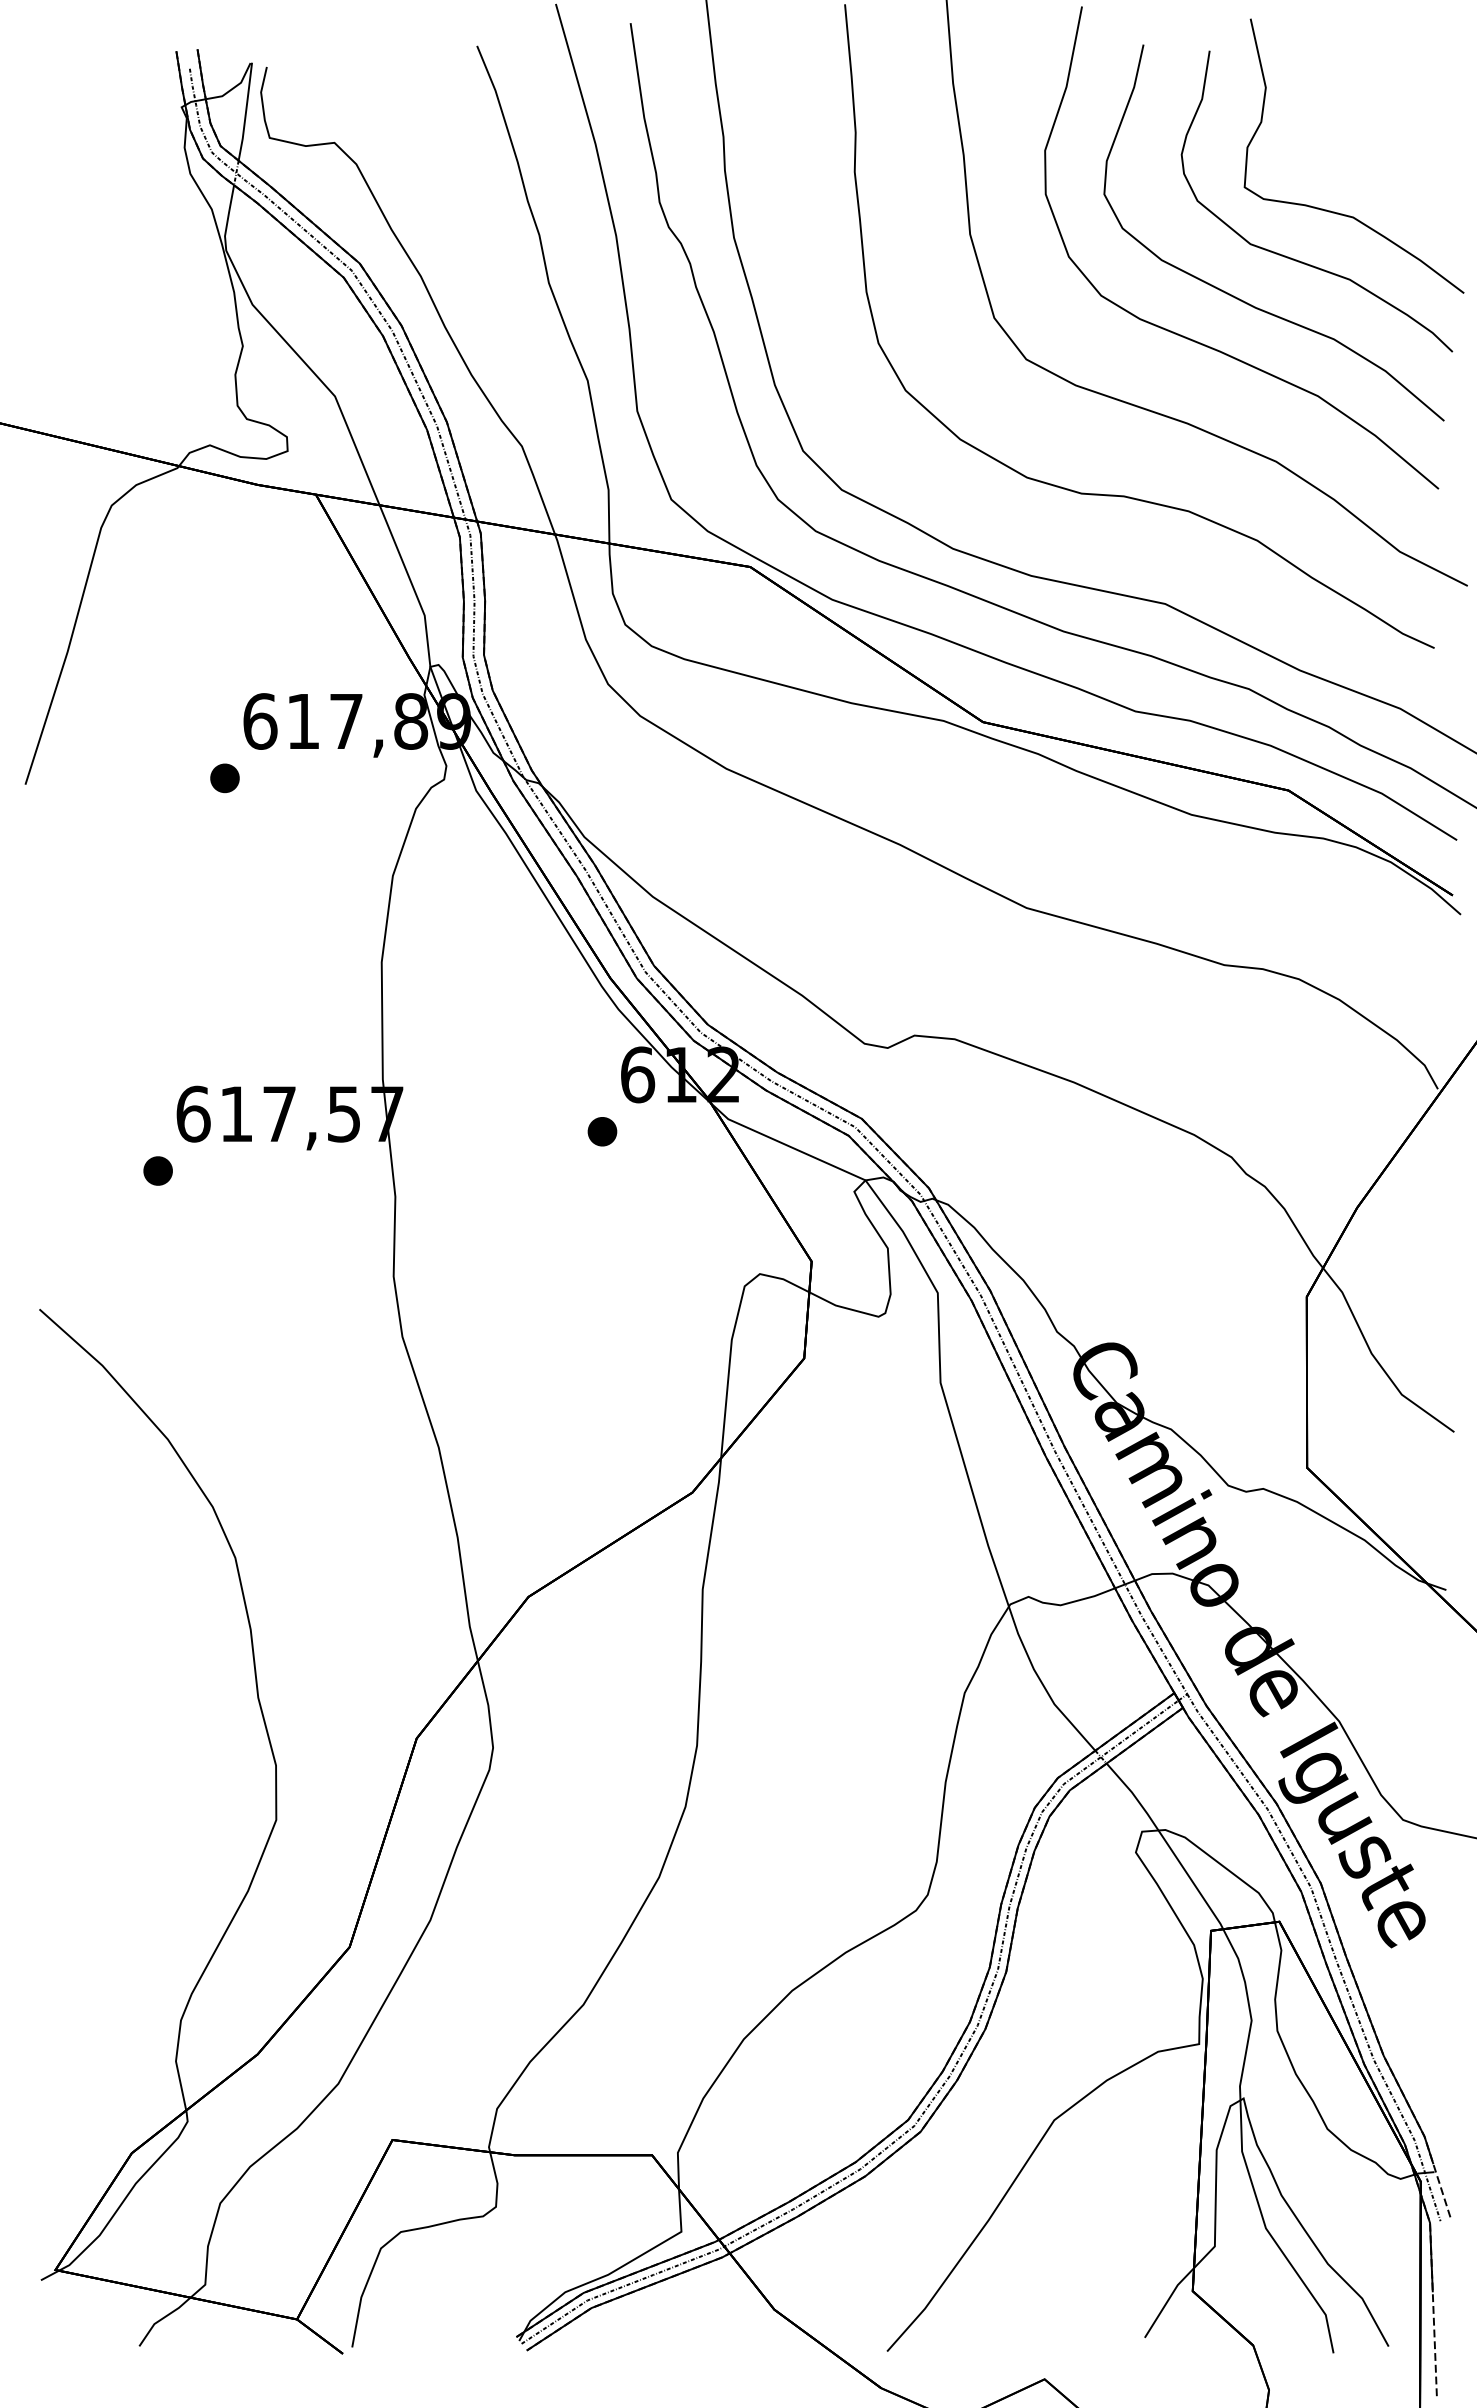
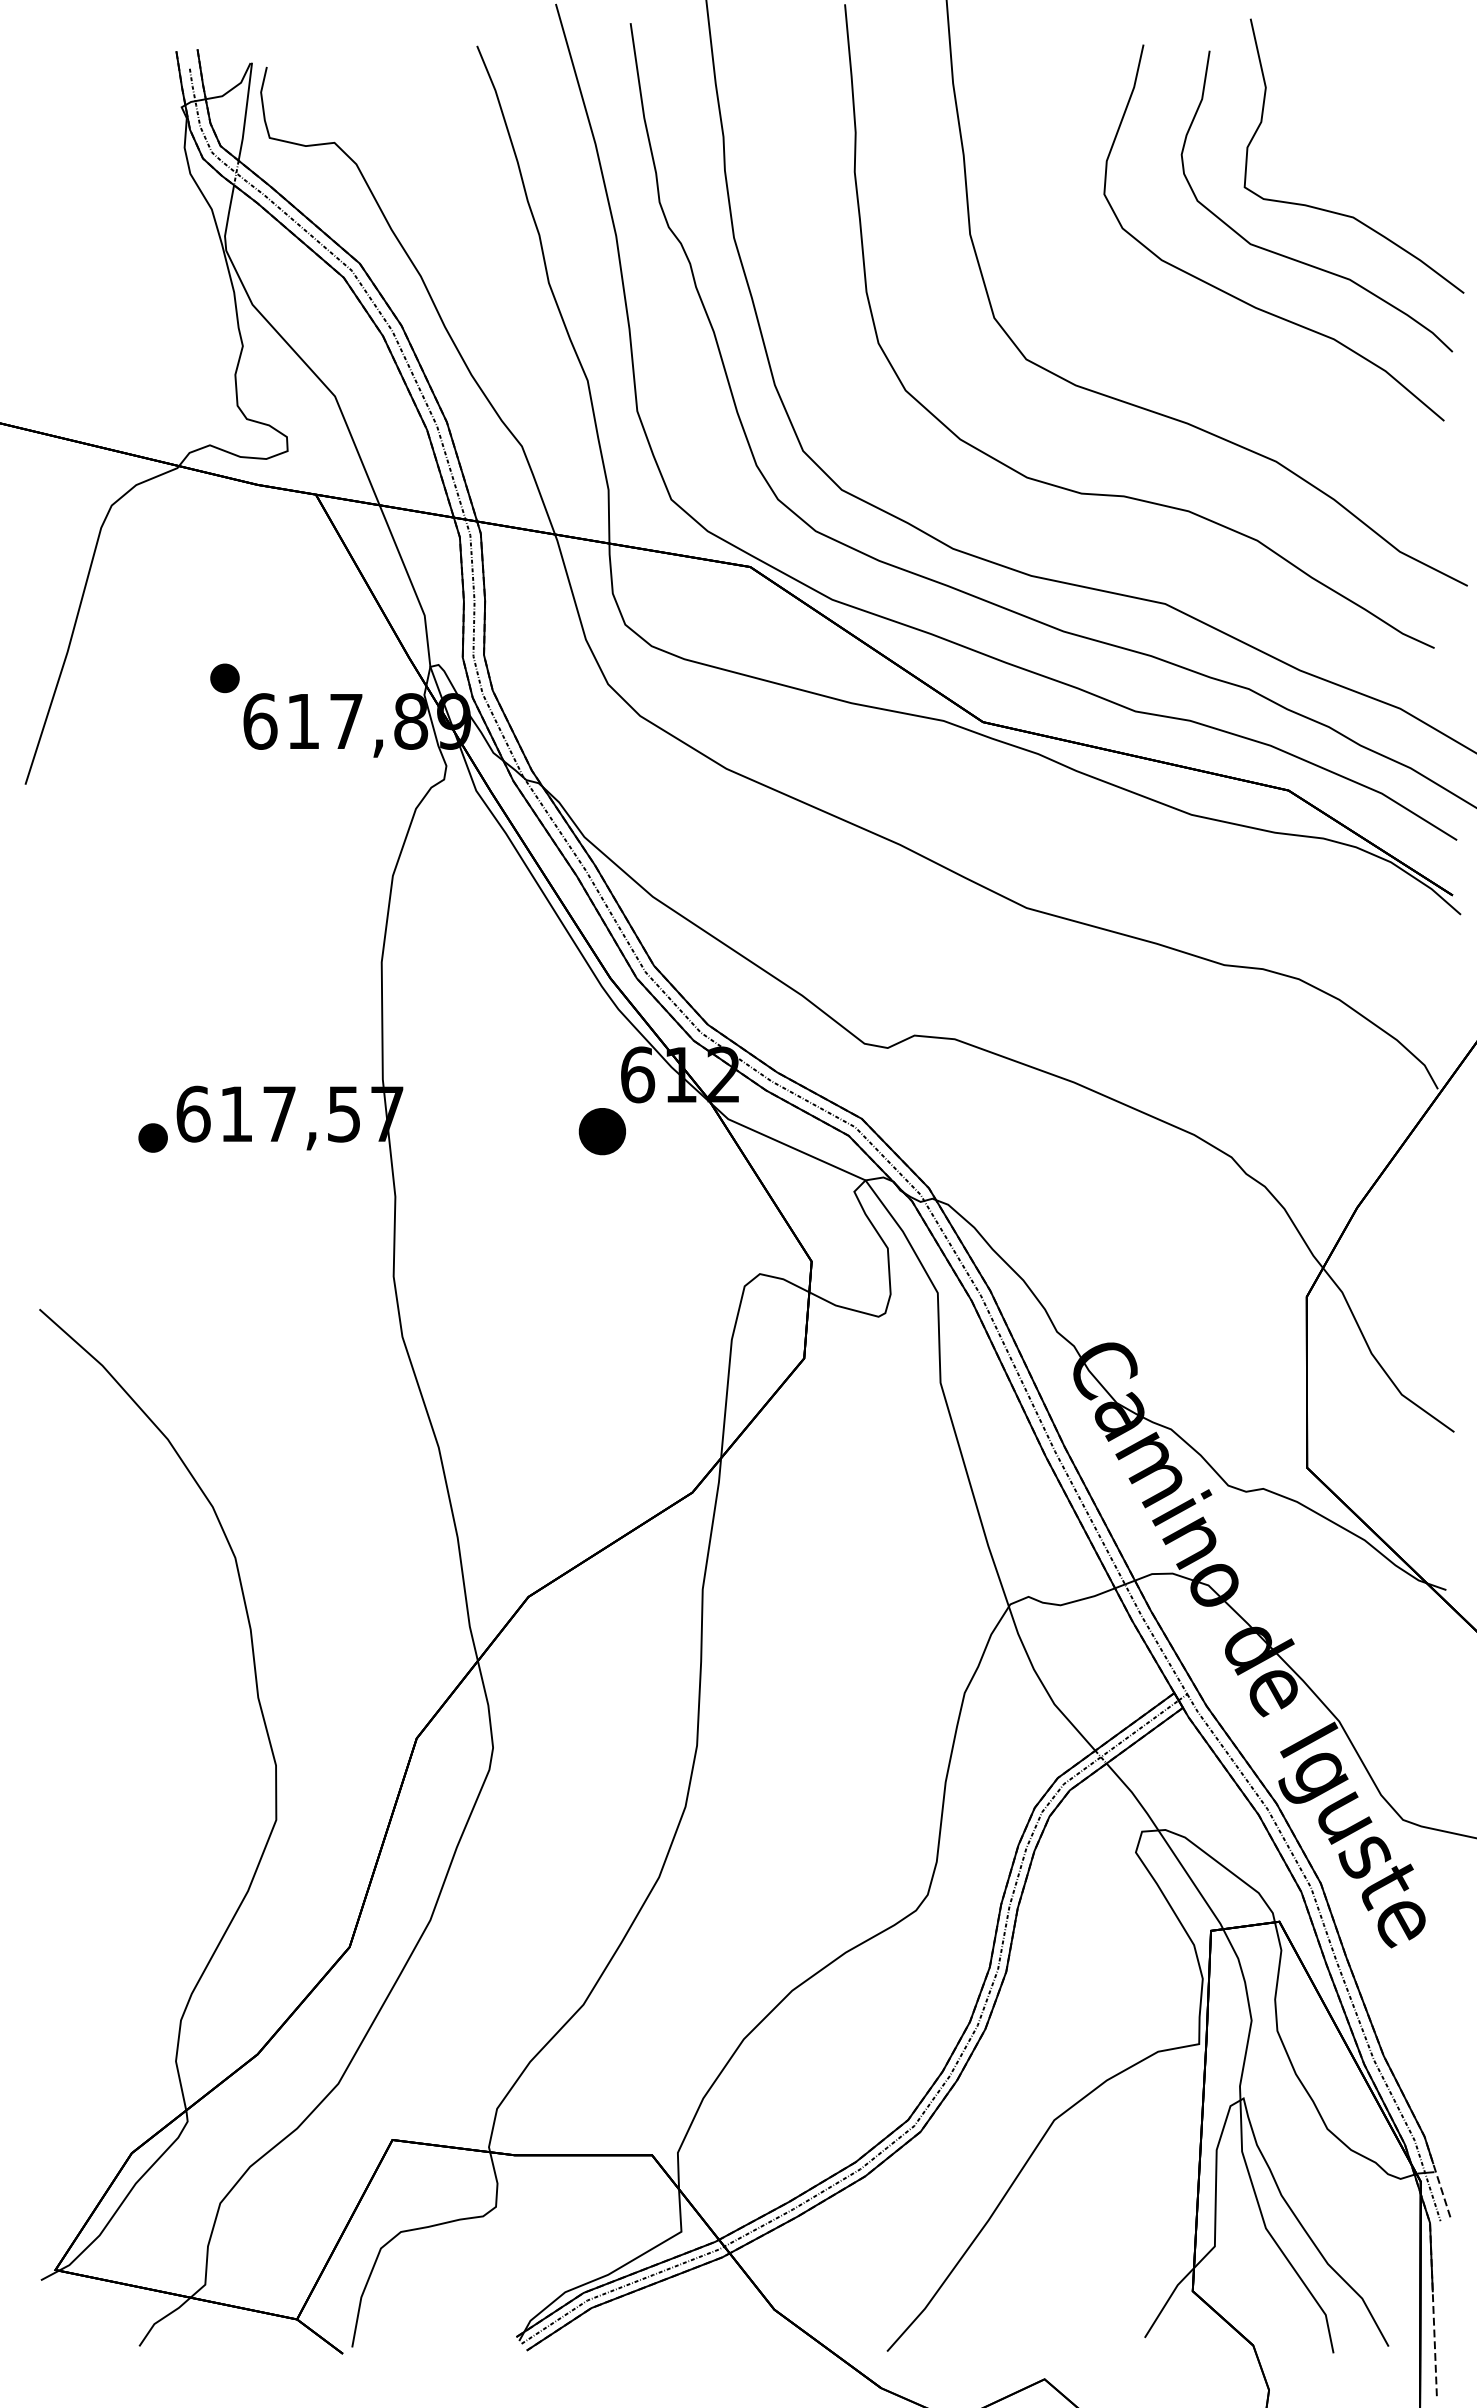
part at (1203, 343): present -> none
part at (224, 778) position: (224, 778) -> (224, 678)
part at (602, 1131) size: 31x30 px -> 48x48 px
part at (157, 1170) position: (157, 1170) -> (152, 1137)
